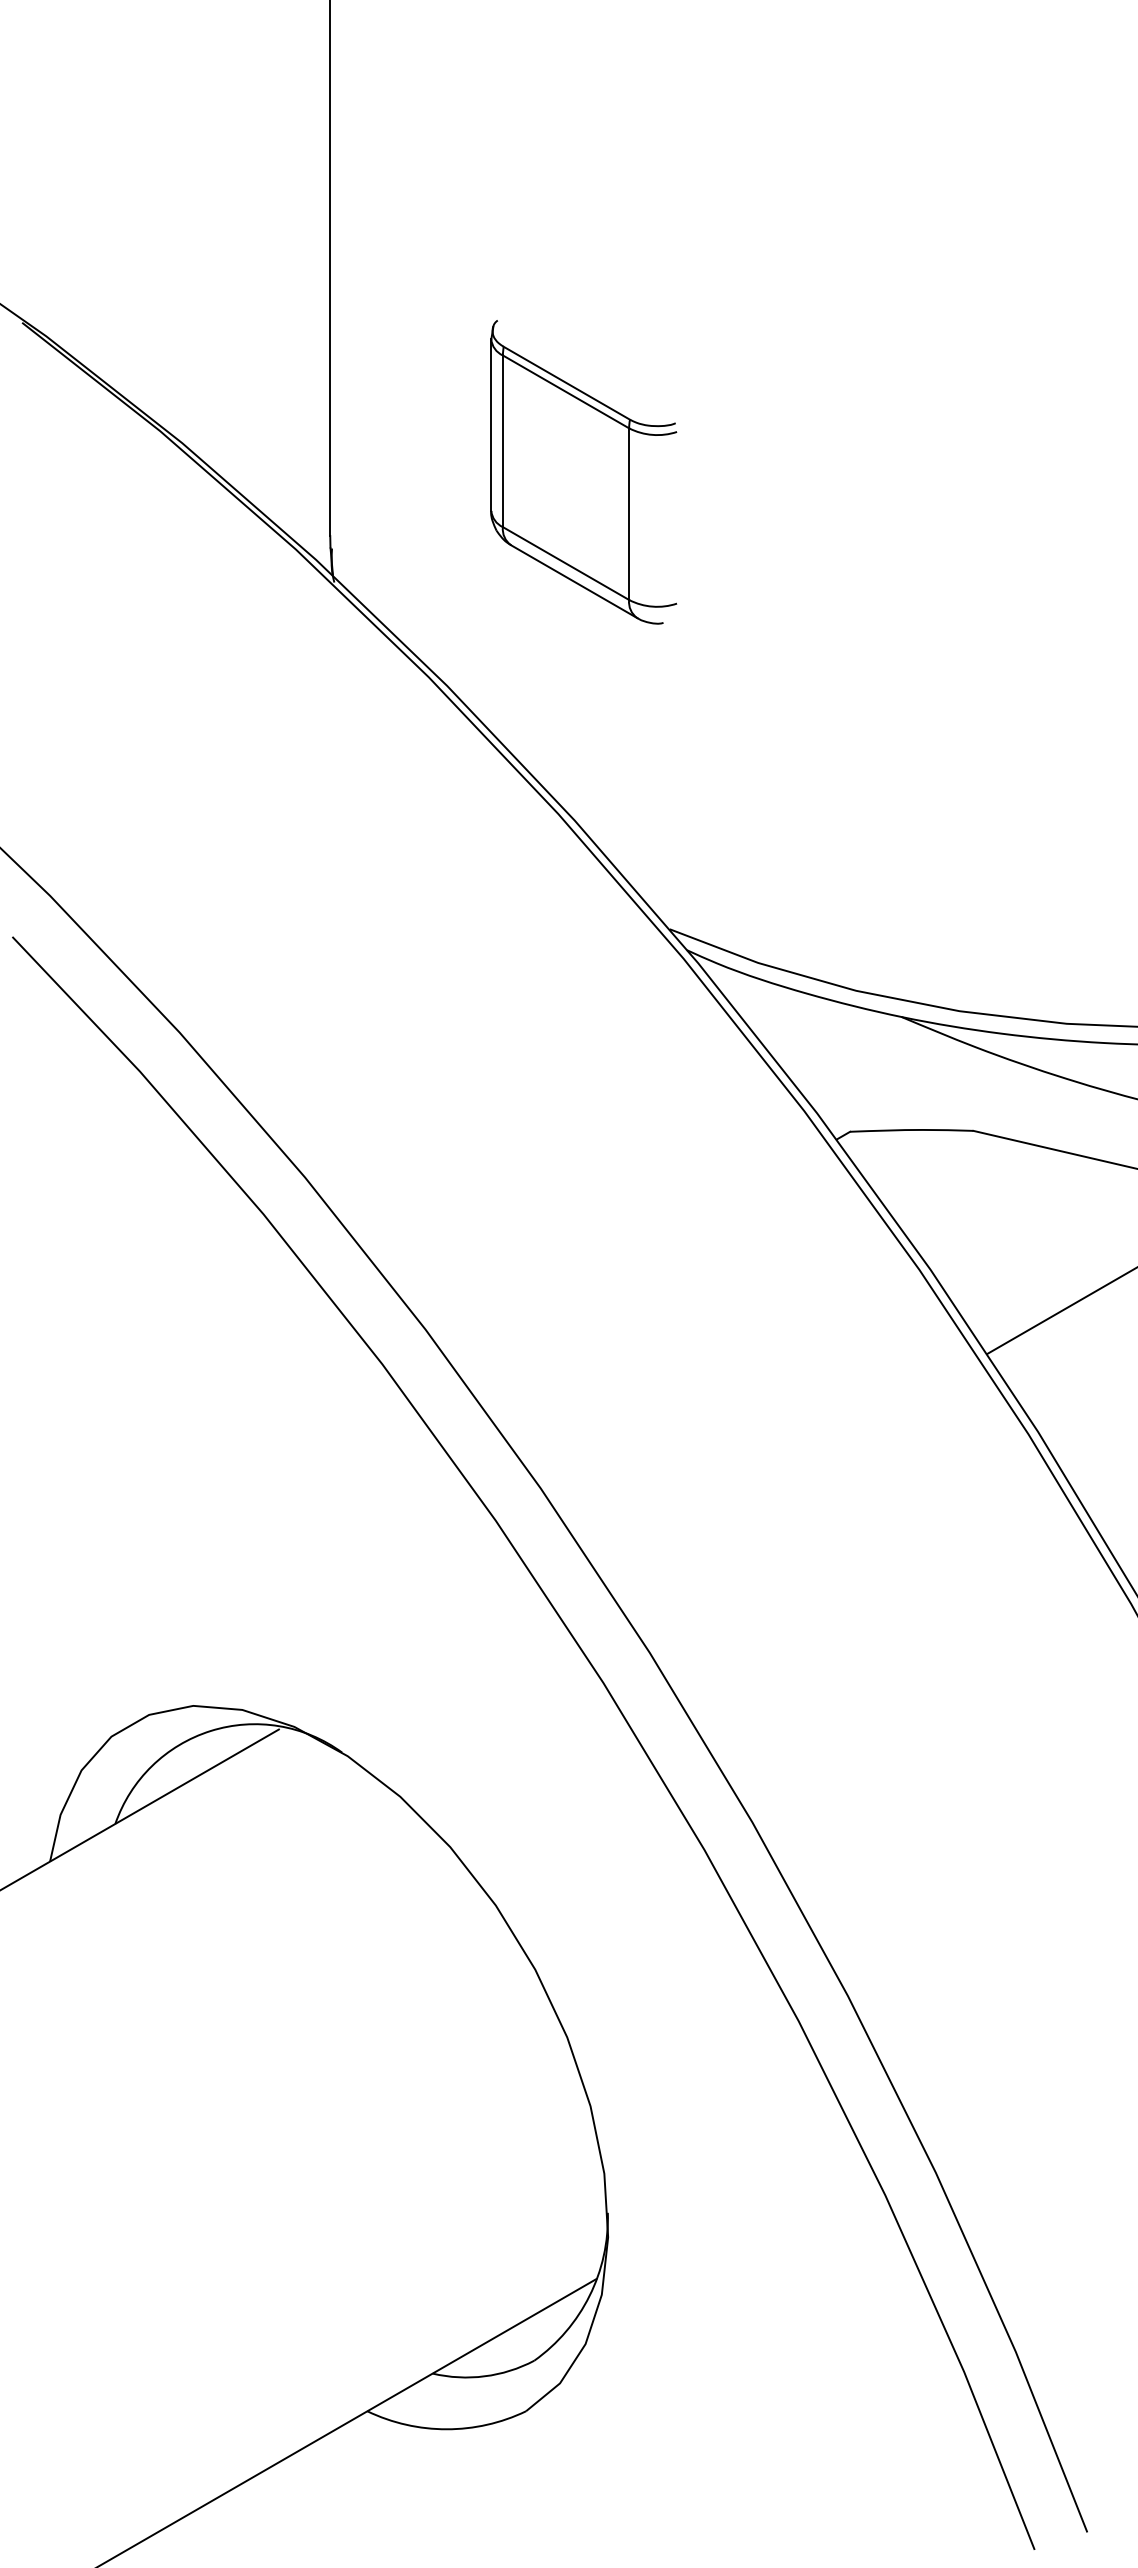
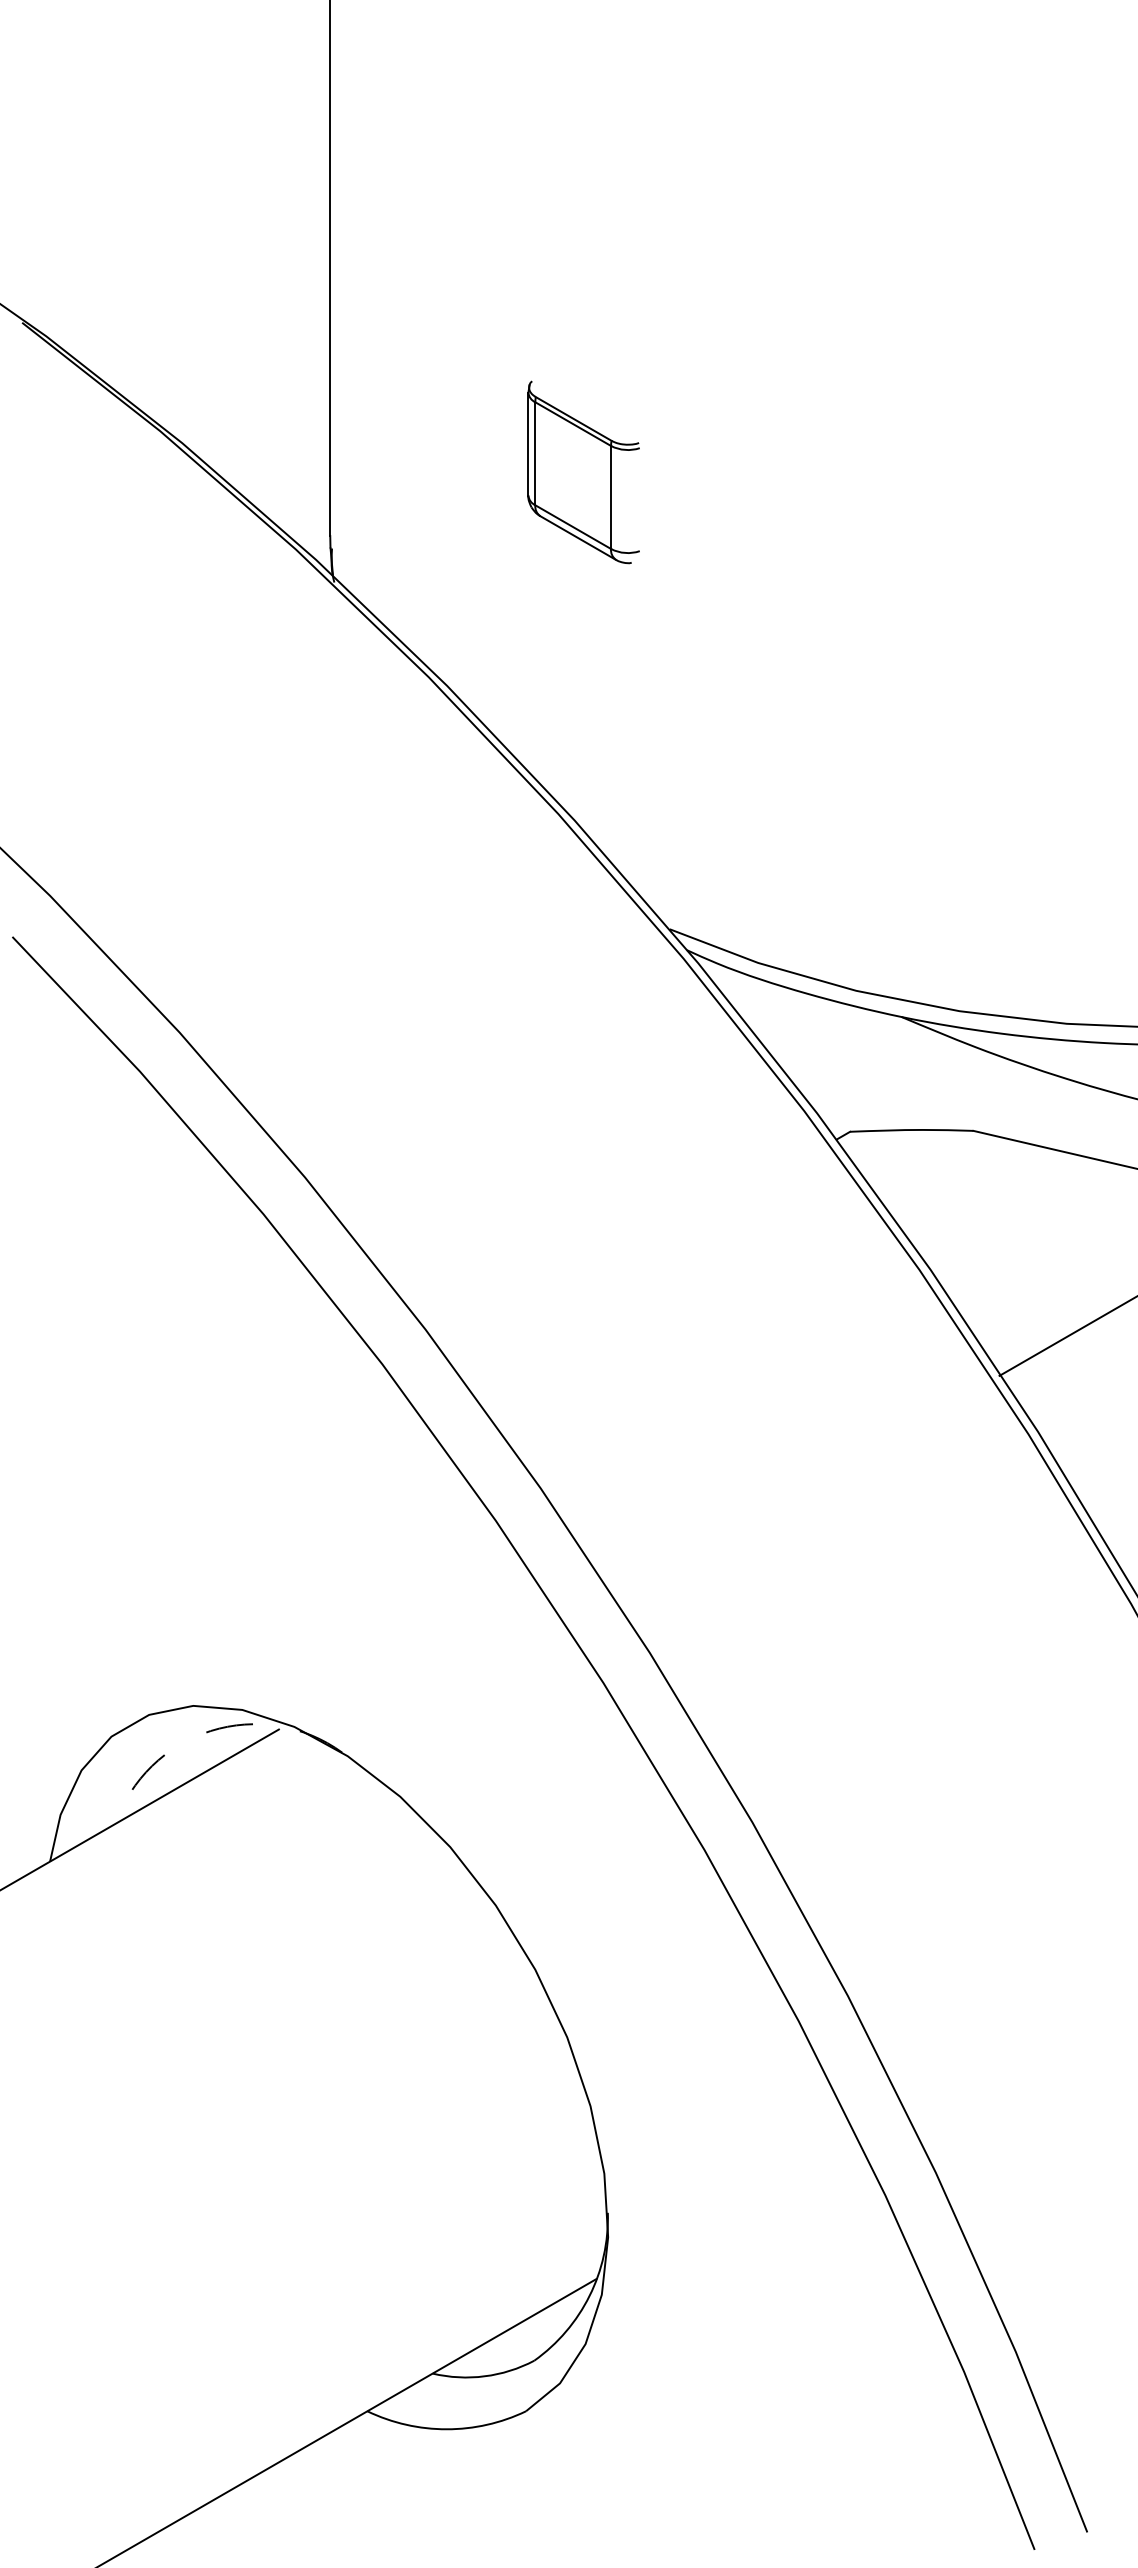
part at (583, 472) size: 188x305 px -> 113x185 px
line at (1060, 1310) position: (1060, 1310) -> (1066, 1336)
arc at (210, 1731): solid -> dashed
